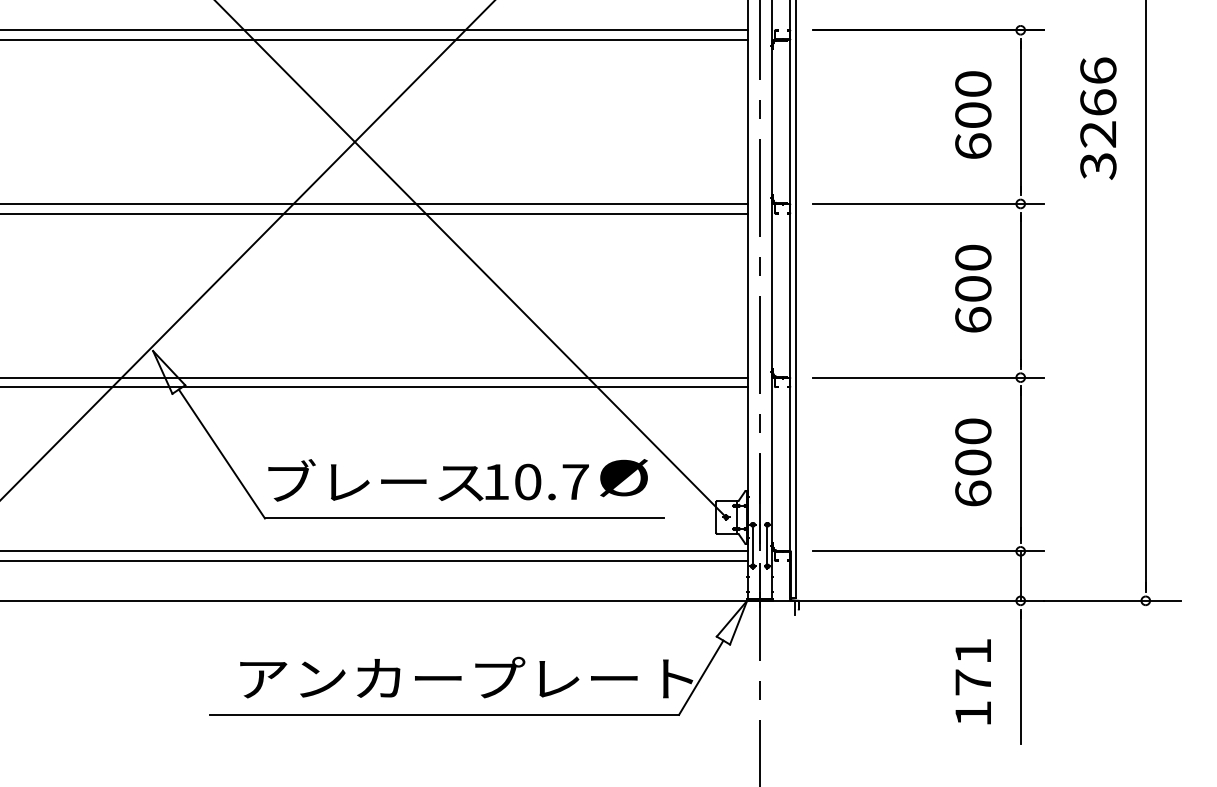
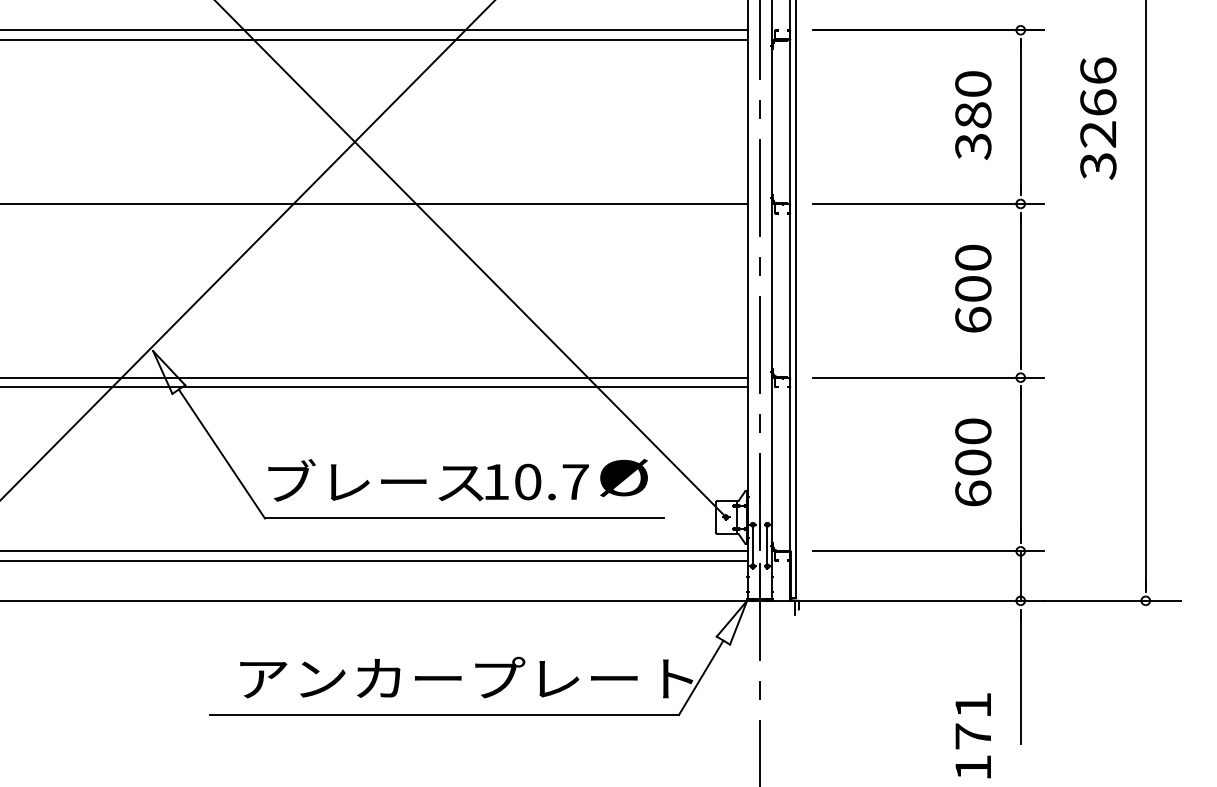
text at (973, 131): 600 -> 380
line at (374, 213): present -> none
text at (972, 681) position: (972, 681) -> (972, 735)
